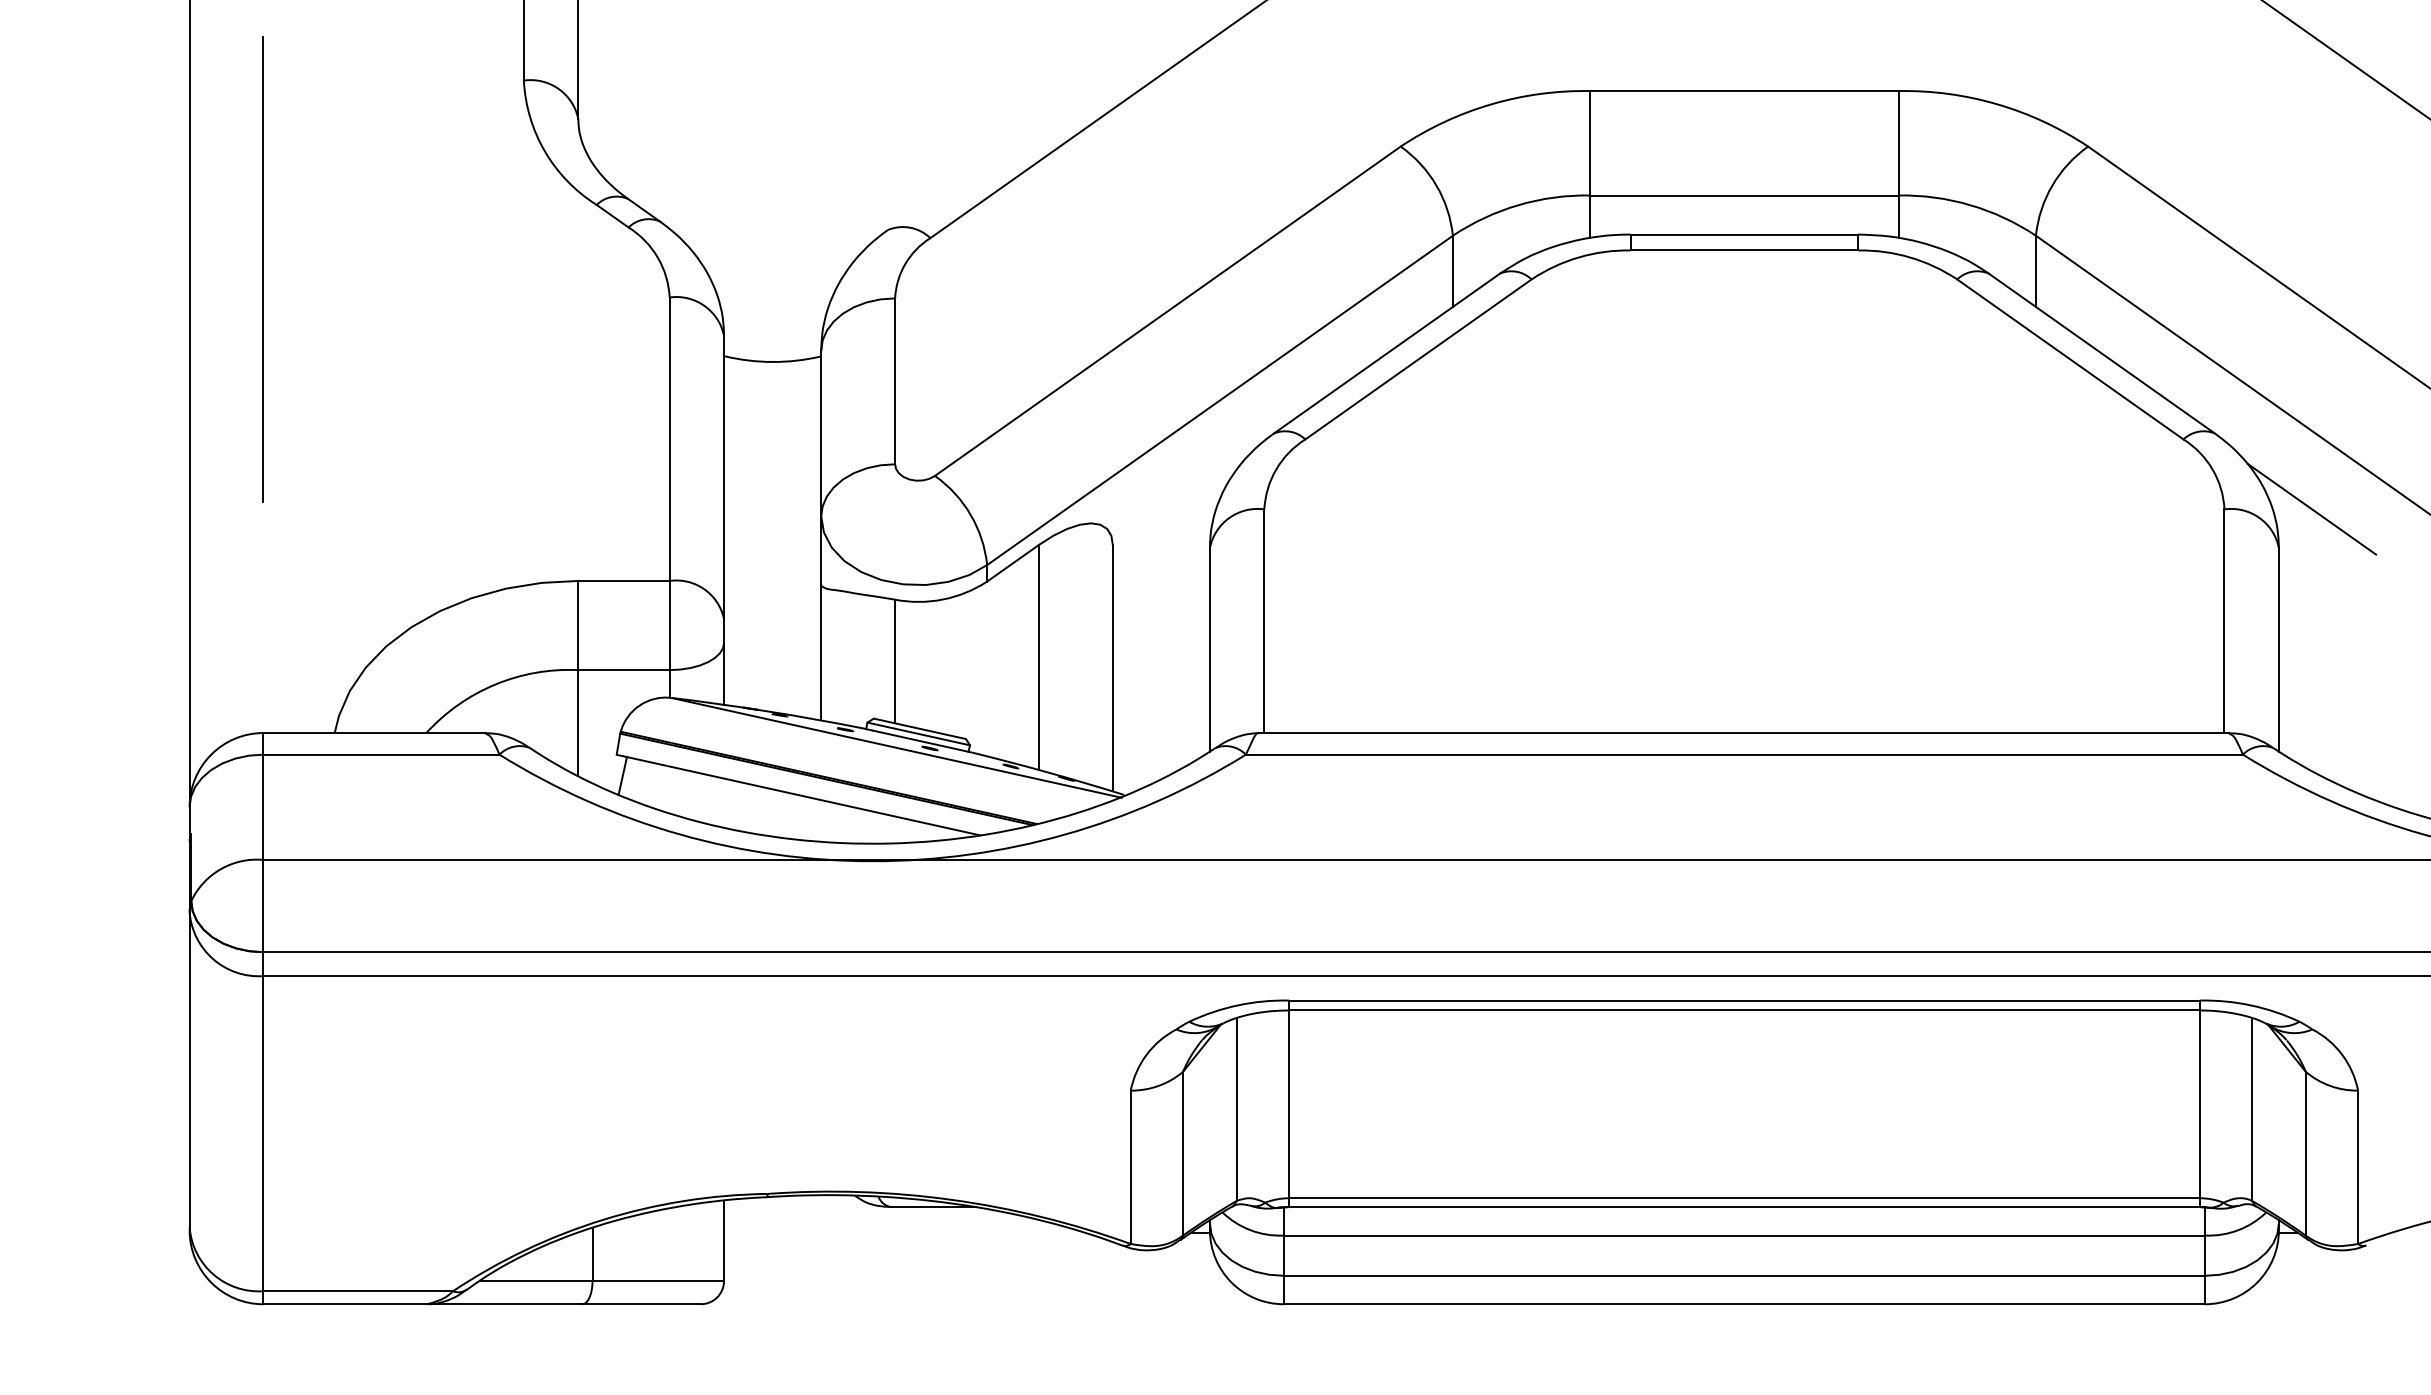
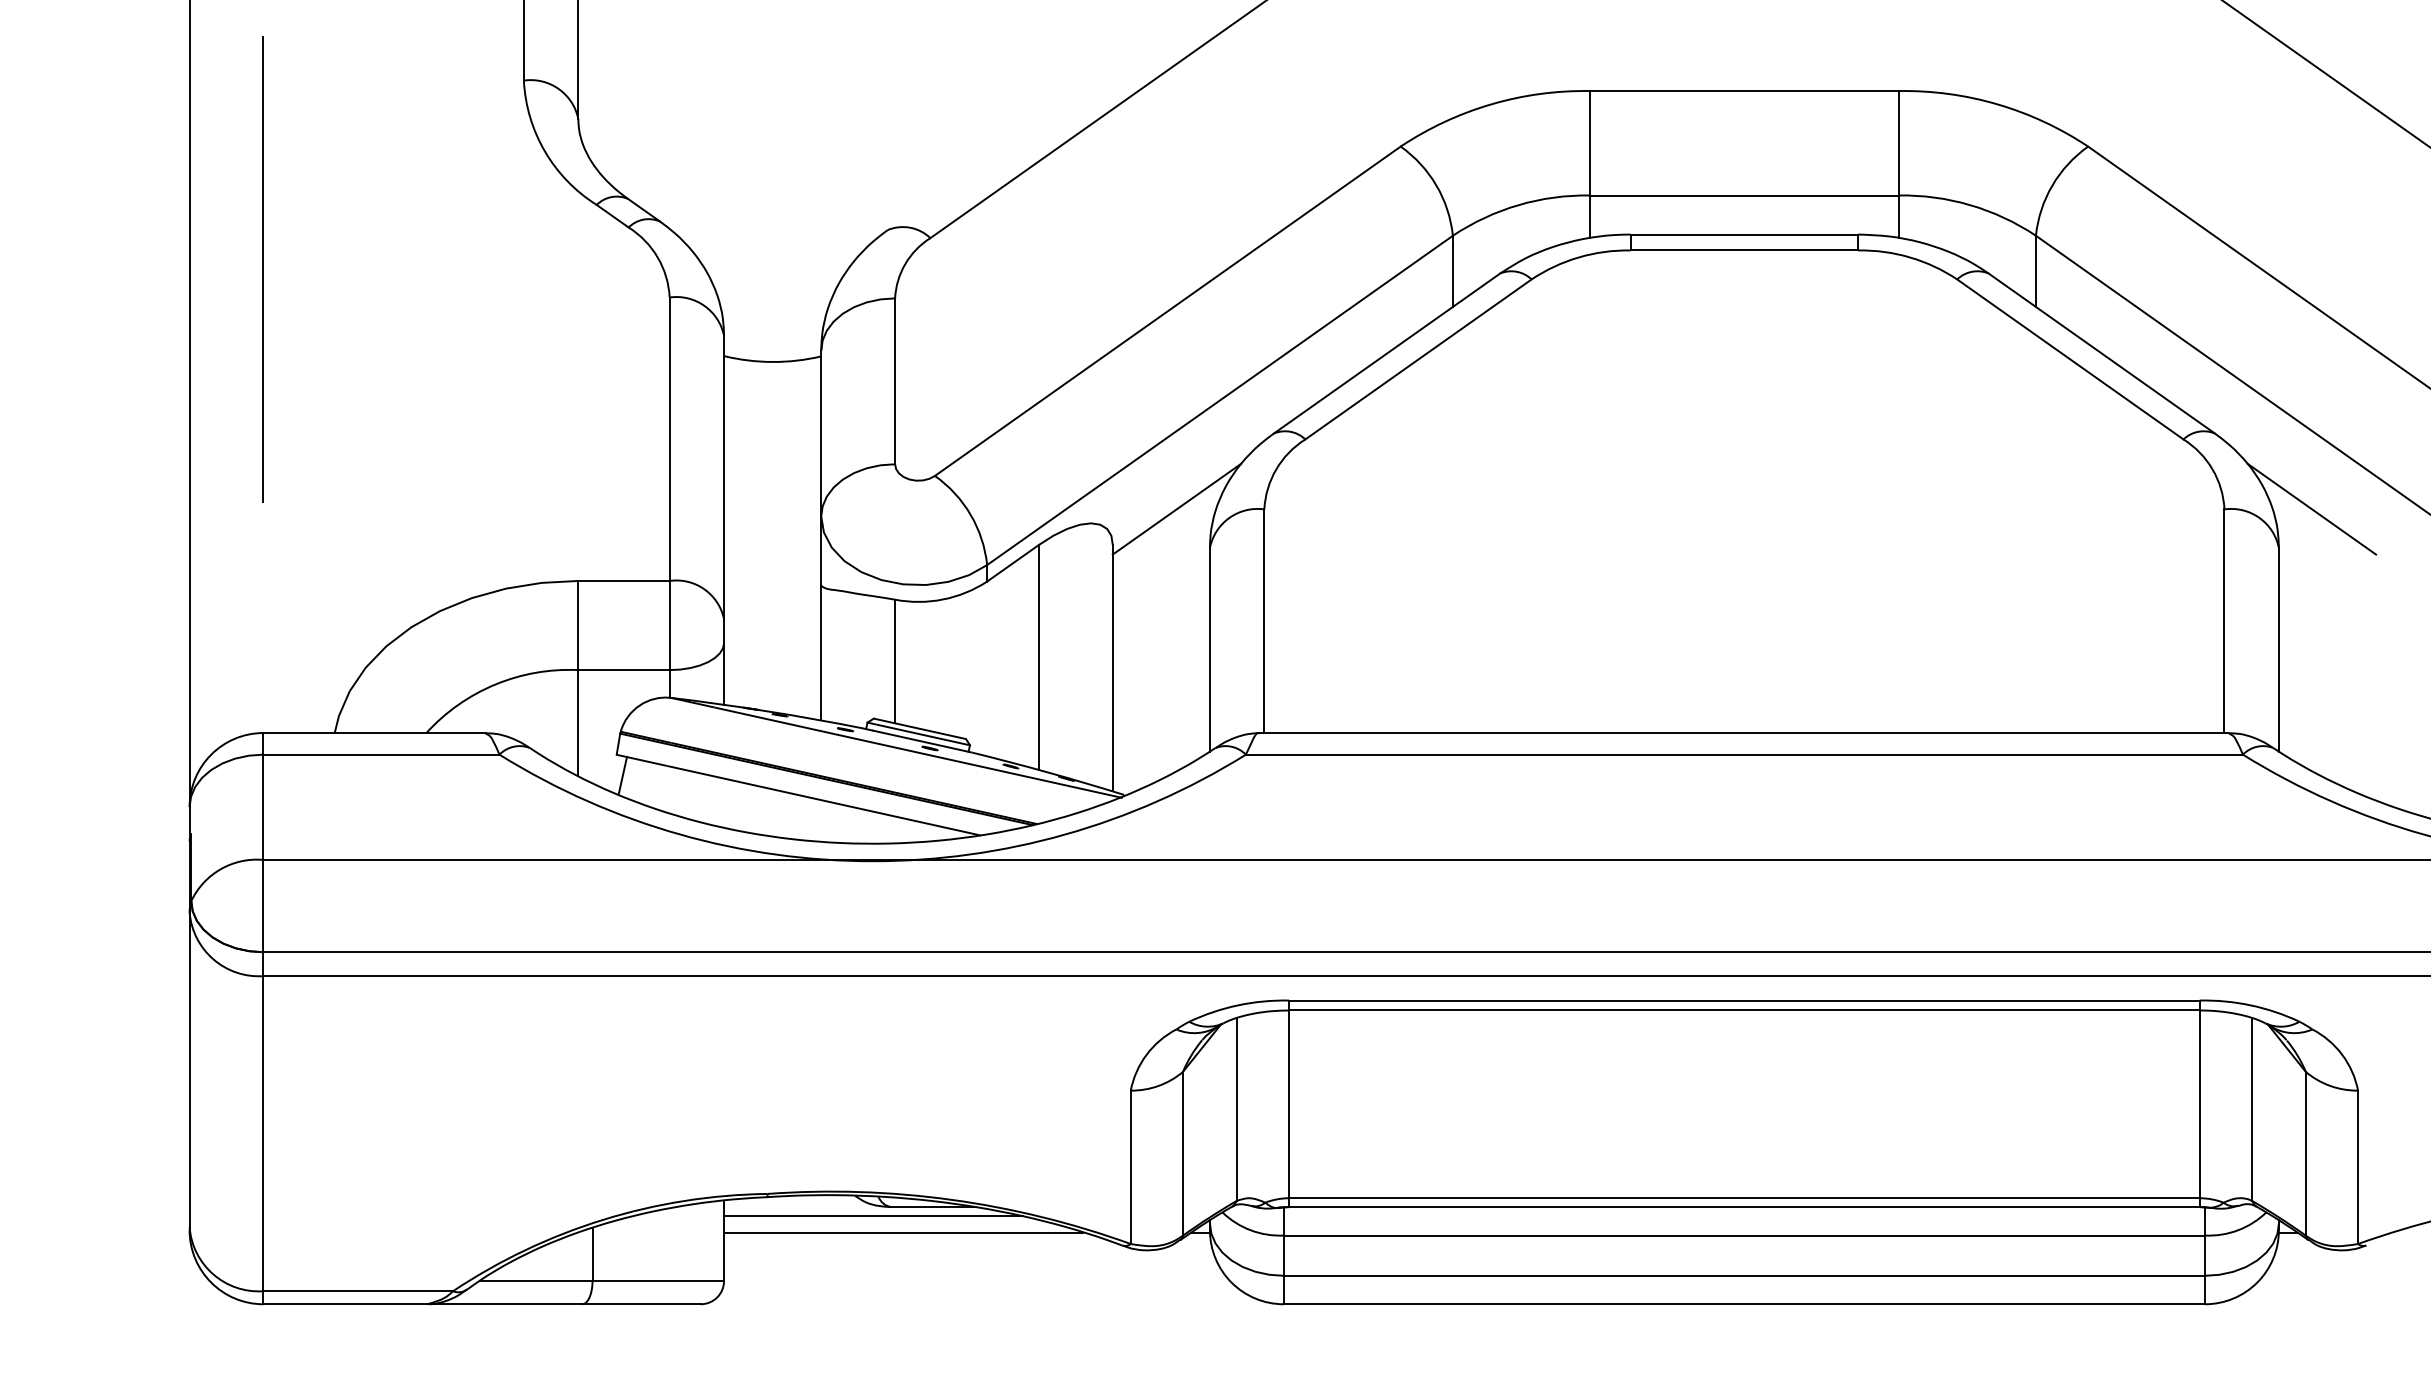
line at (2346, 59) position: (2346, 59) -> (2326, 73)
line at (1176, 508): none -> present
line at (873, 1216): none -> present
line at (903, 1232): none -> present
